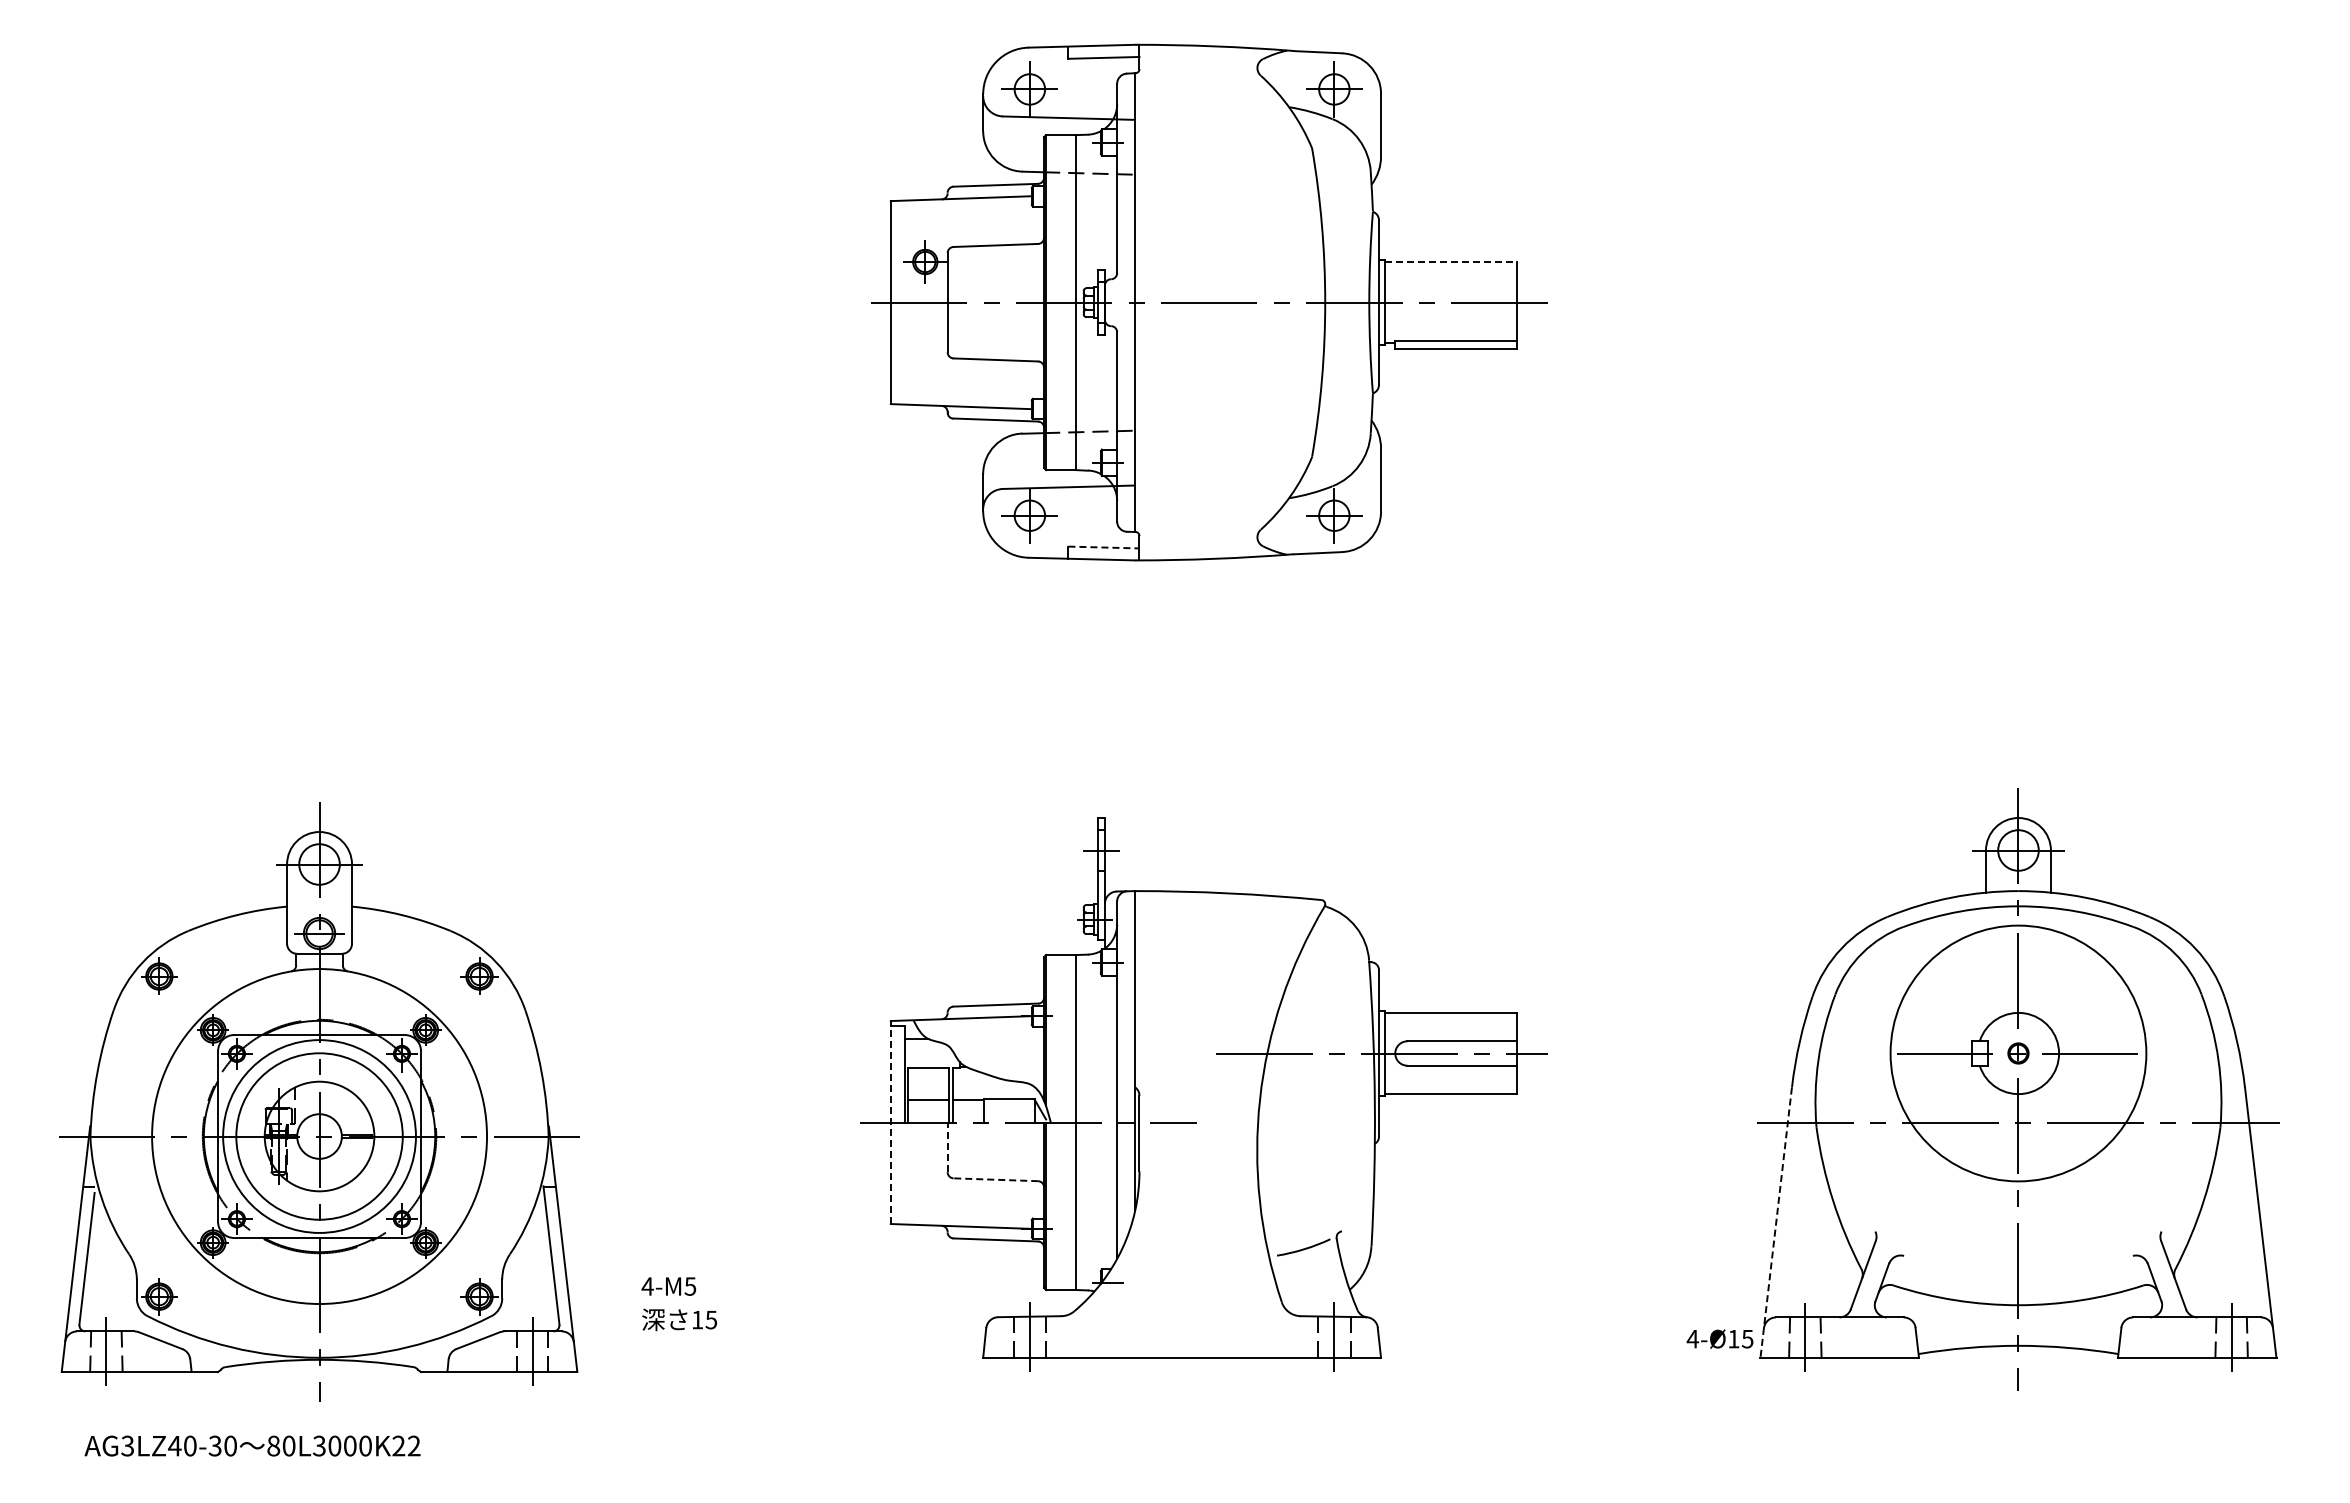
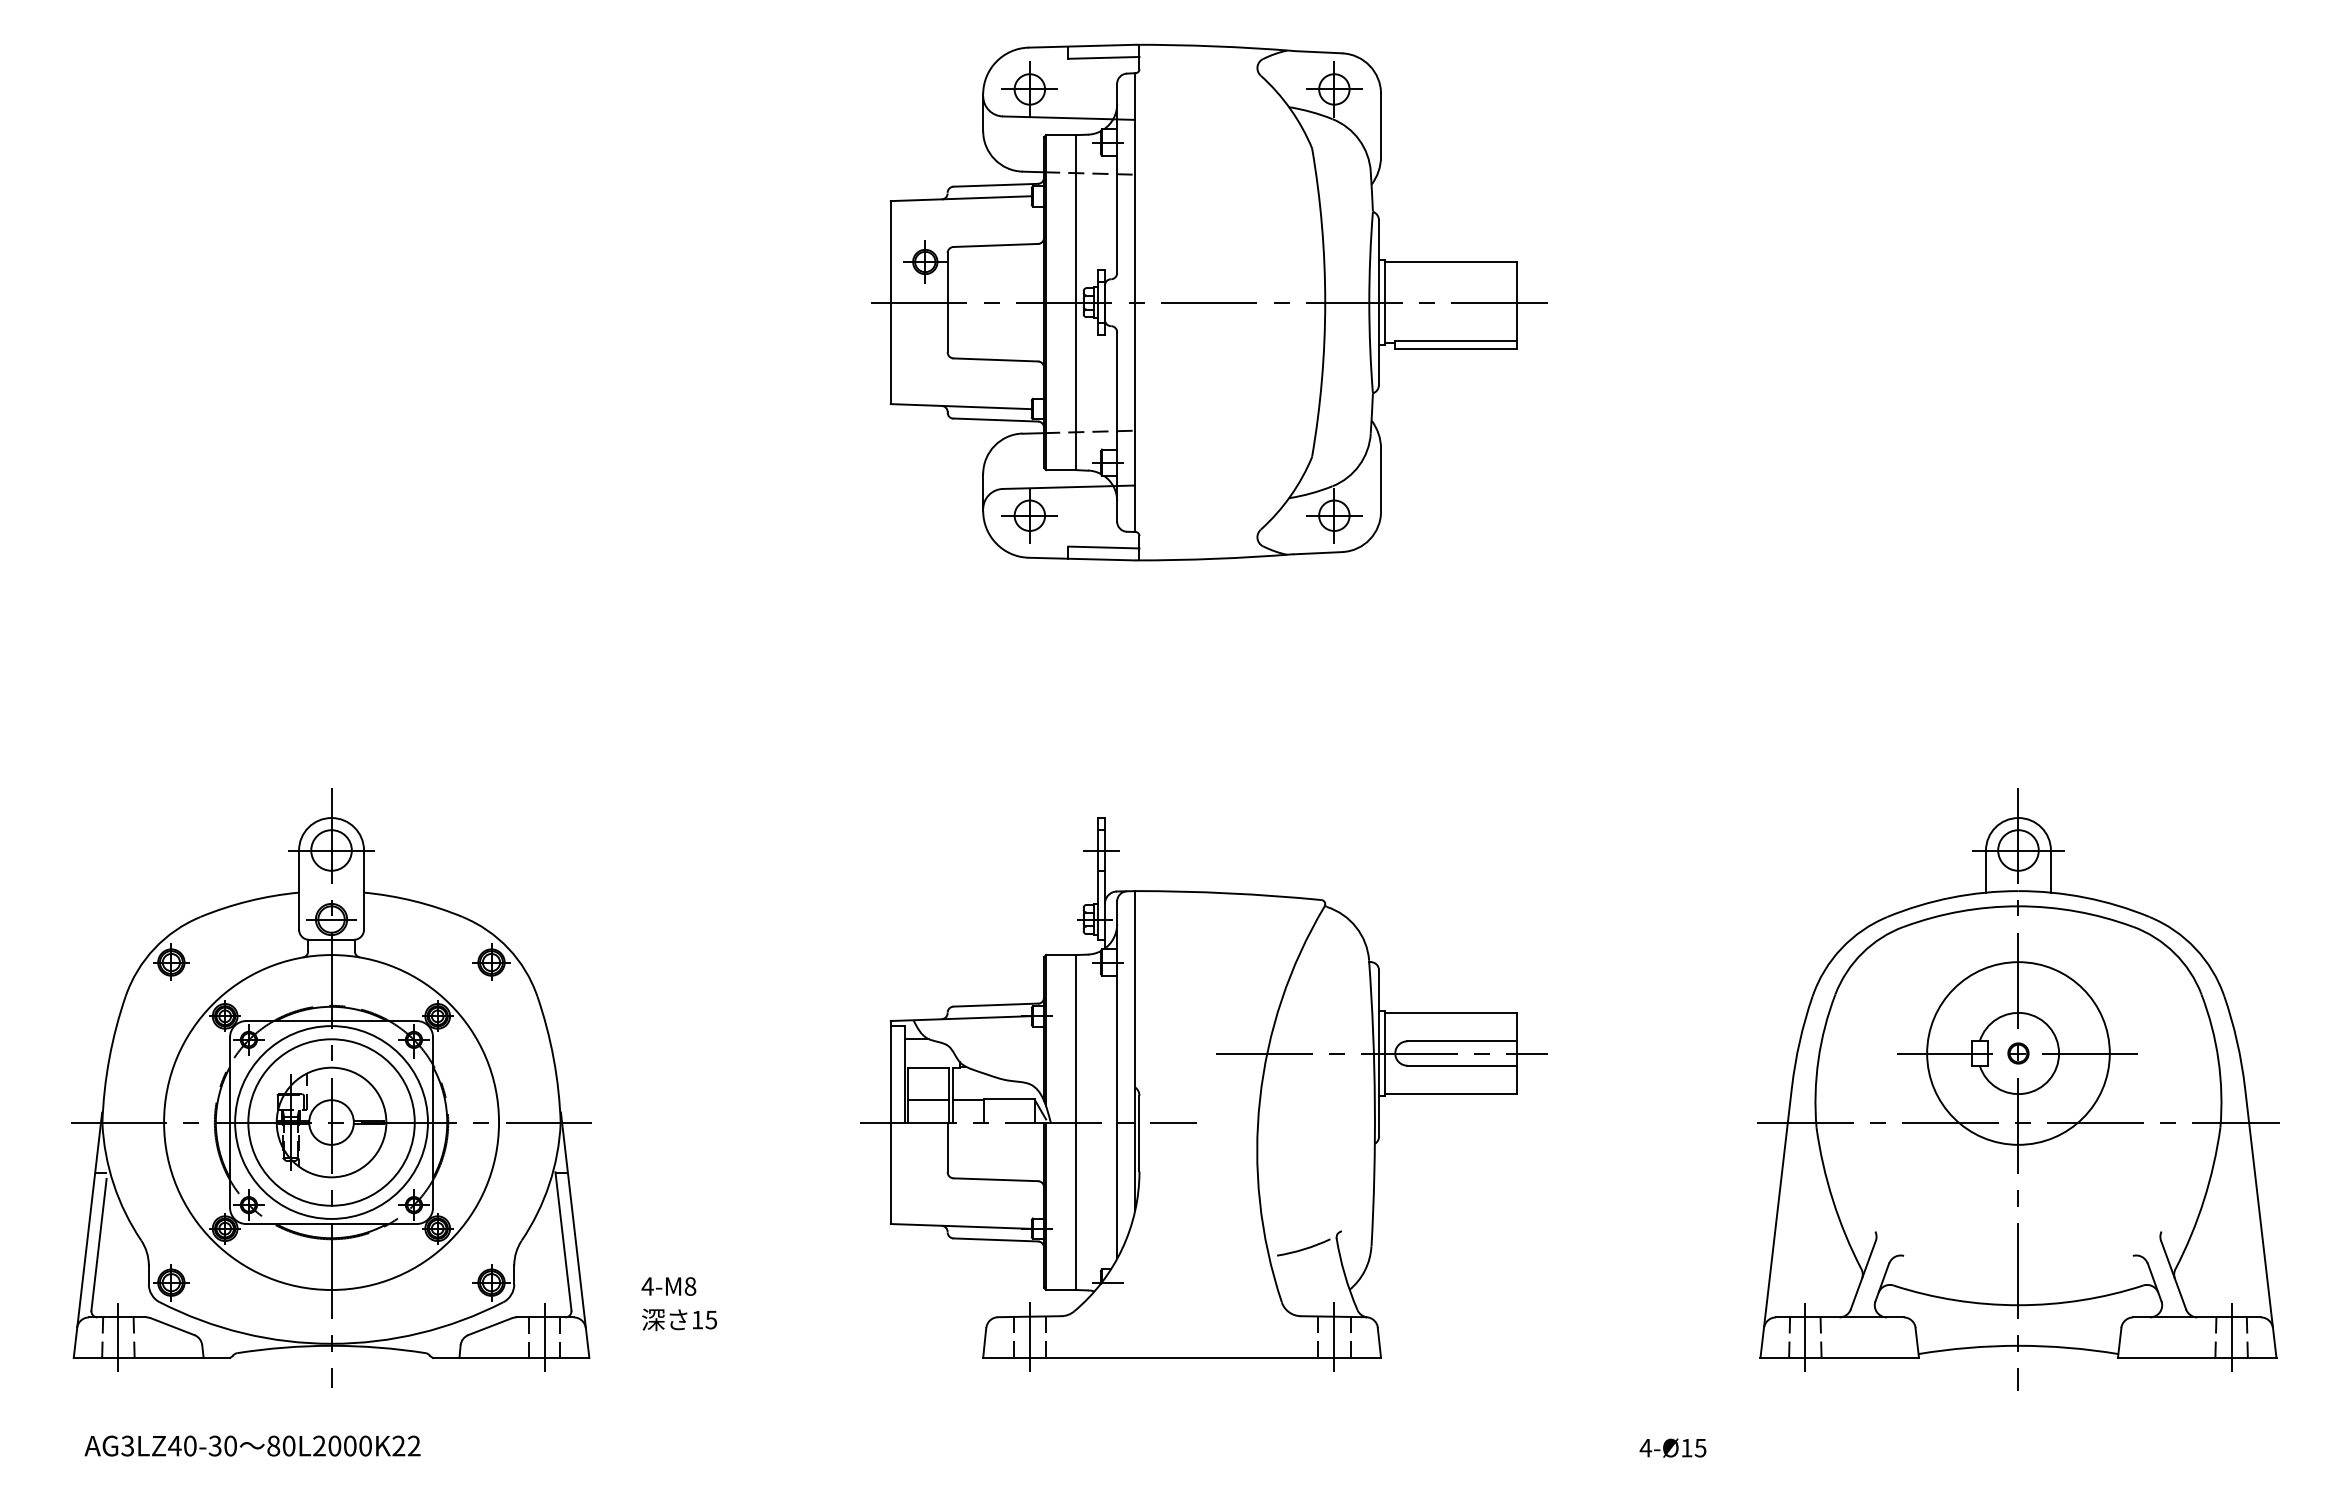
line at (1451, 262): dashed -> solid
line at (1103, 547): dashed -> solid
circle at (2018, 1053) diameter: 256 px -> 183 px
part at (319, 1101) position: (319, 1101) -> (331, 1087)
line at (890, 1122): dashed -> solid
line at (947, 1147): dashed -> solid
line at (995, 1179): dashed -> solid
line at (1776, 1223): dashed -> solid
text at (690, 1286): 4-M5 -> 4-M8
text at (1719, 1338) position: (1719, 1338) -> (1672, 1447)
text at (319, 1446): 80L3000K22 -> 80L2000K22
